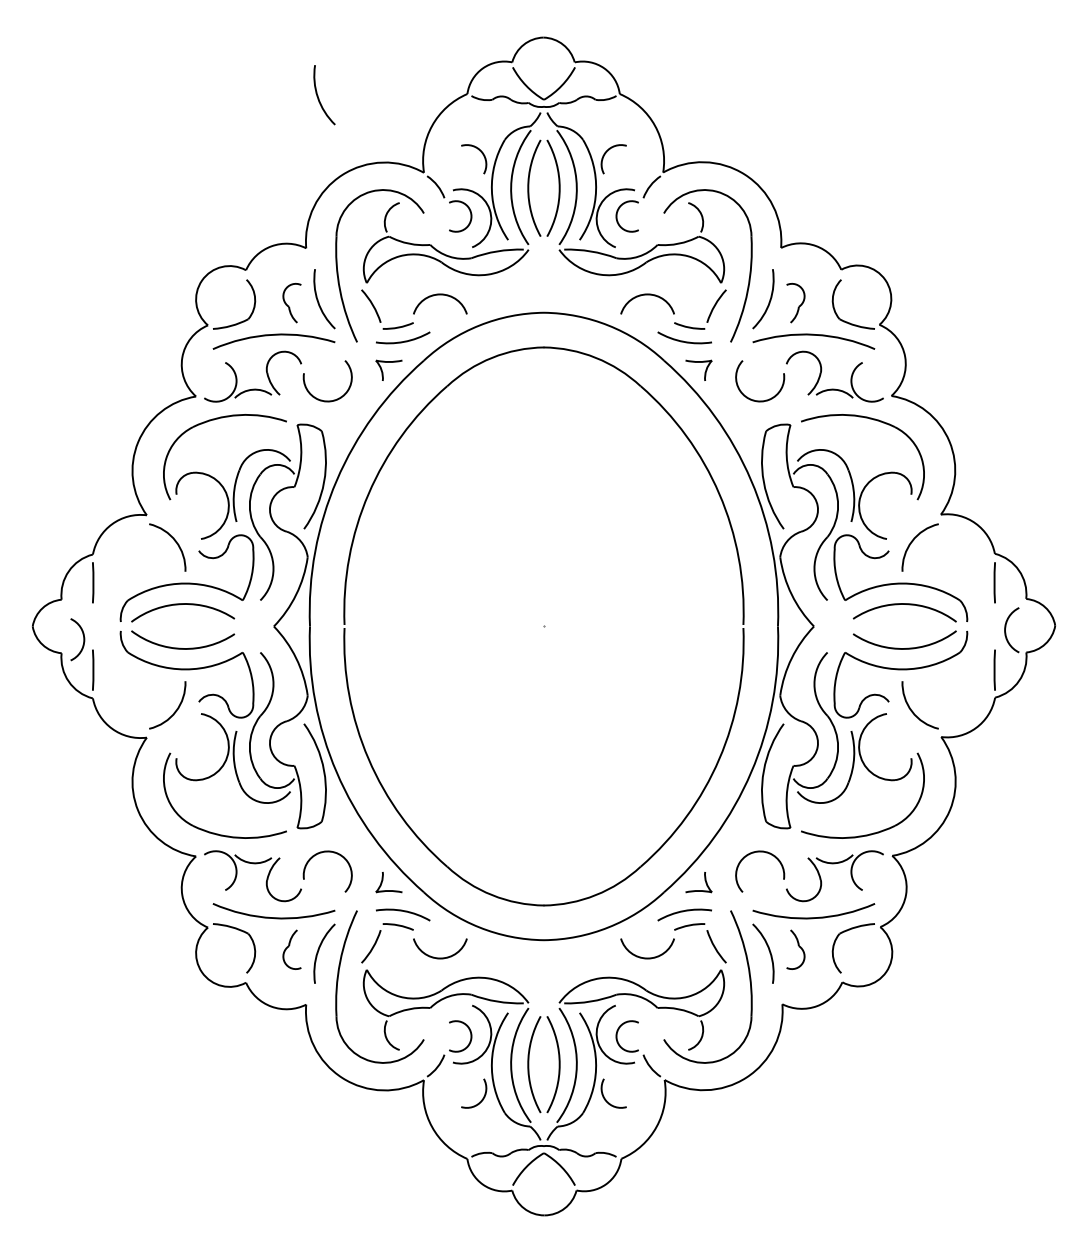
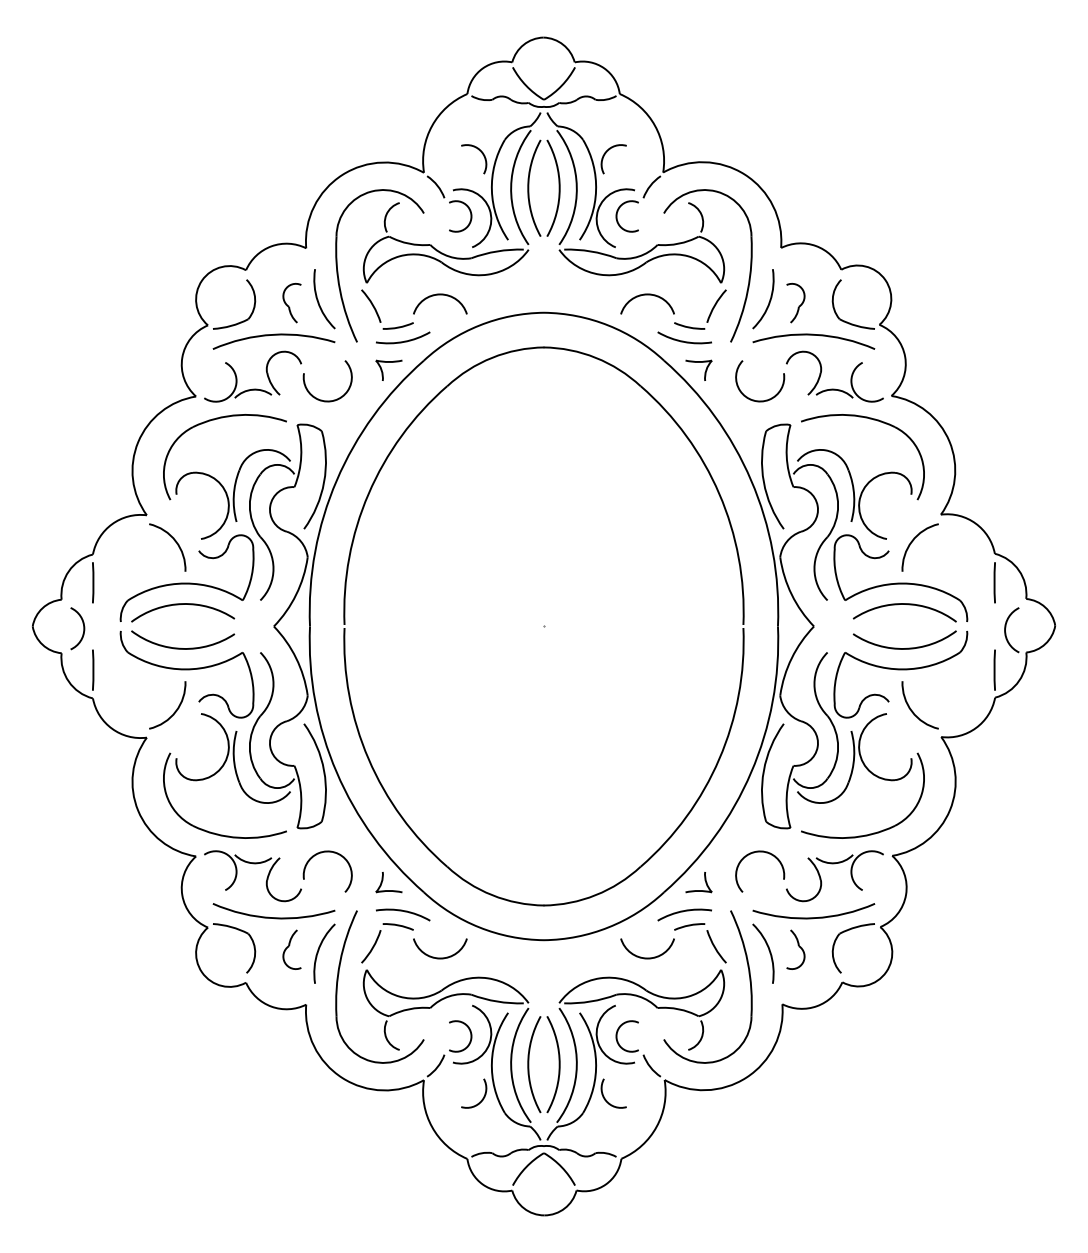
arc at (319, 98): present -> none
arc at (83, 639) position: (83, 639) -> (83, 628)
